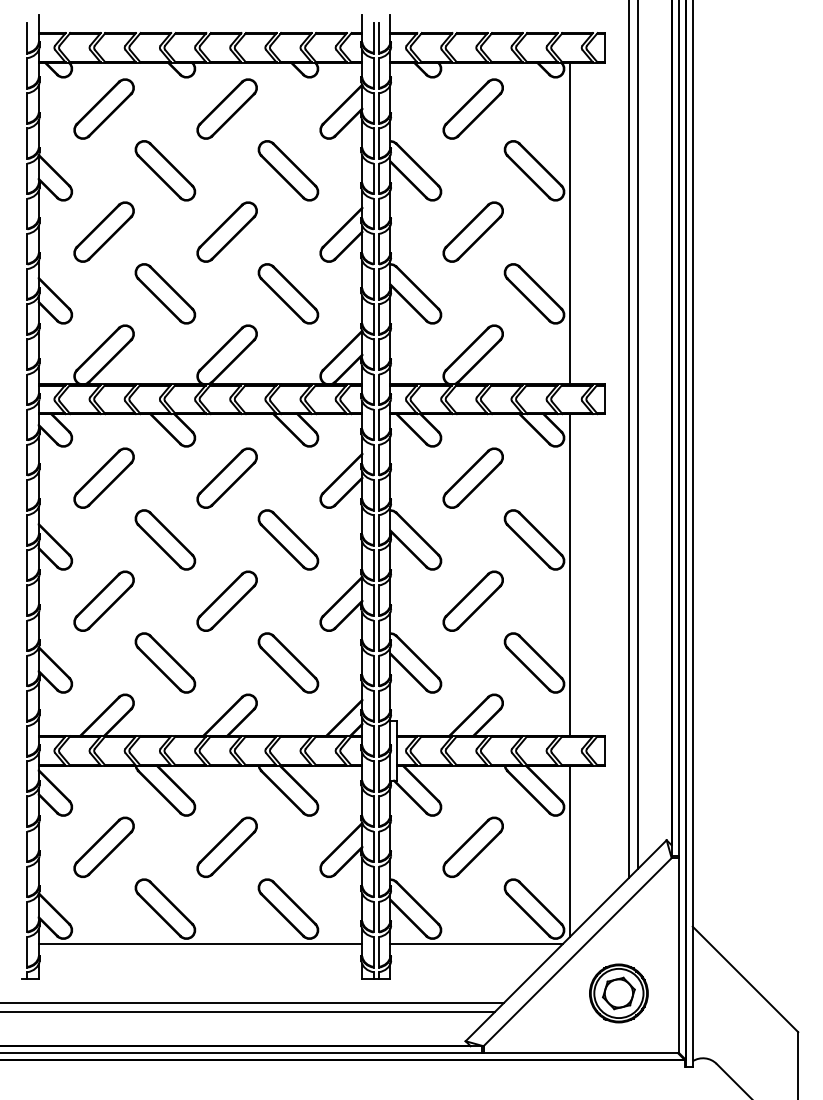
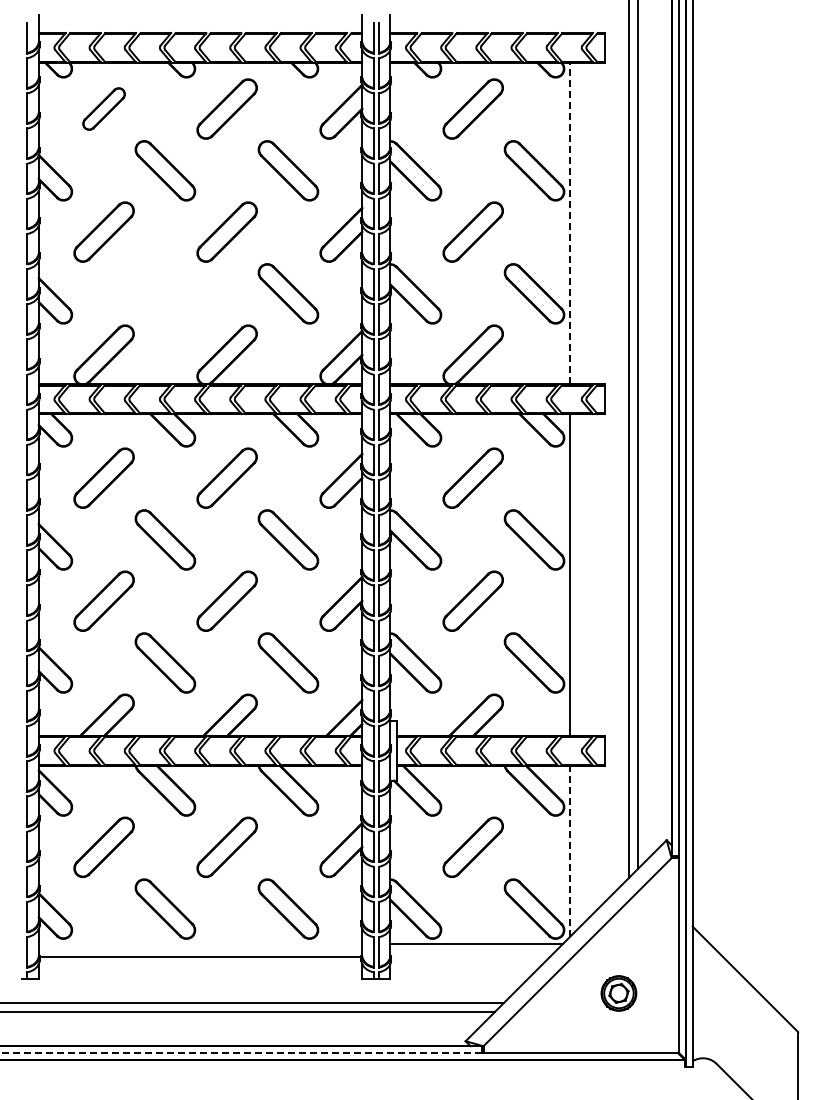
part at (103, 108) size: 62x62 px -> 44x44 px
line at (569, 223): solid -> dashed
part at (165, 293): present -> none
line at (569, 851): solid -> dashed
line at (200, 944) position: (200, 944) -> (200, 957)
part at (618, 993) size: 60x61 px -> 38x37 px
line at (240, 1053): solid -> dashed
